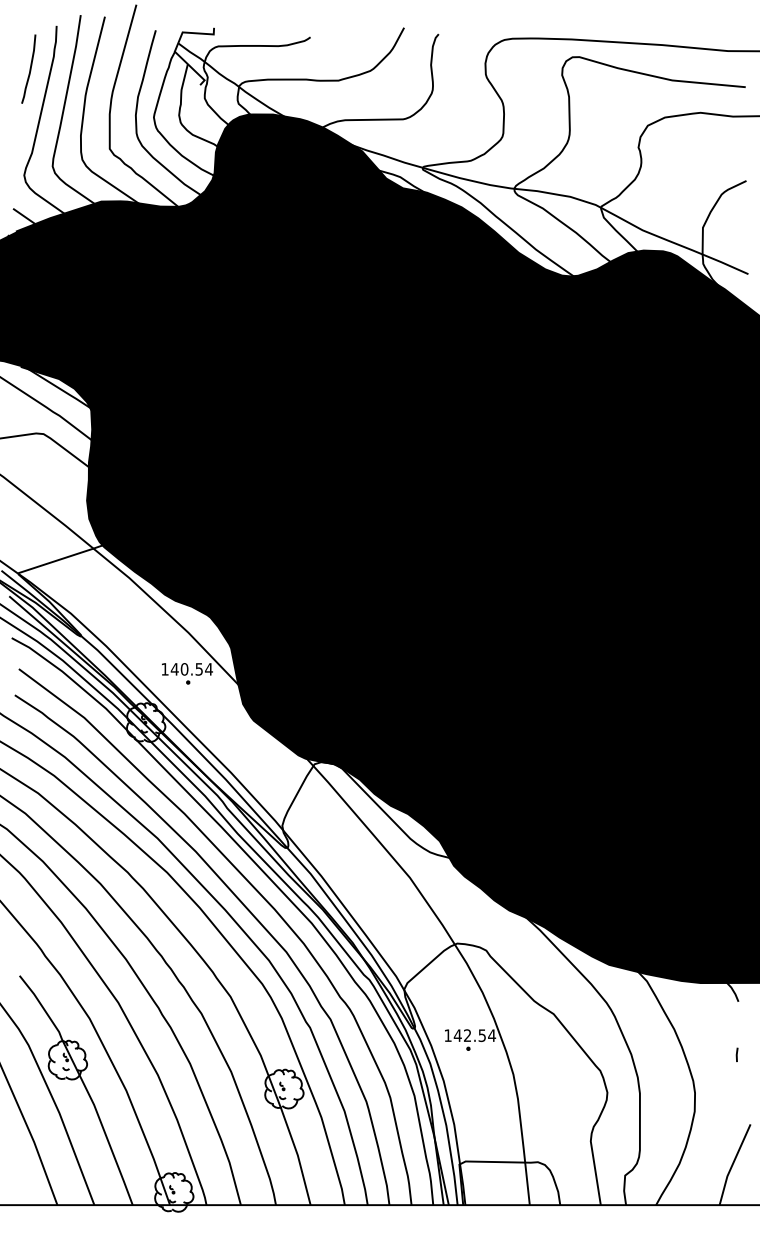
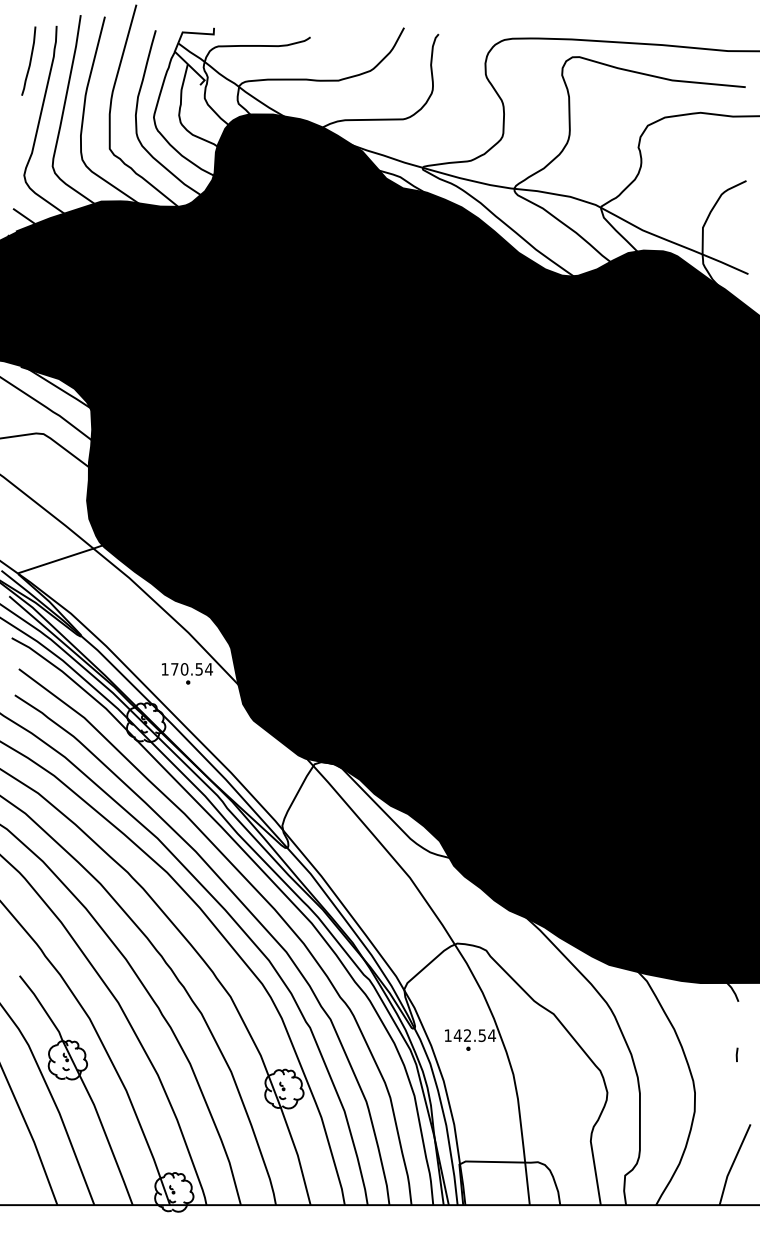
curve at (29, 68) position: (29, 68) -> (29, 60)
text at (174, 669): 140.54 -> 170.54
